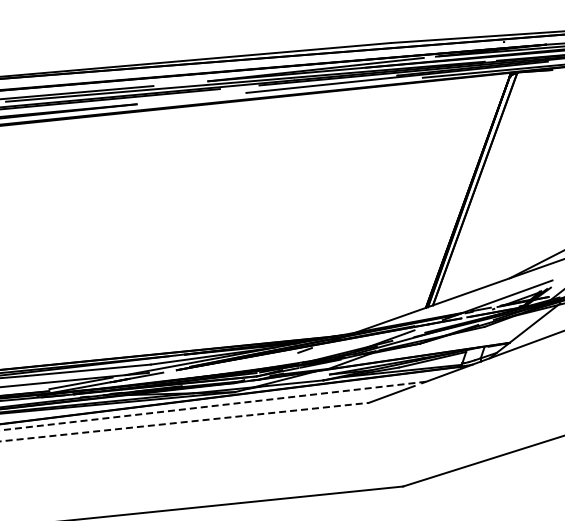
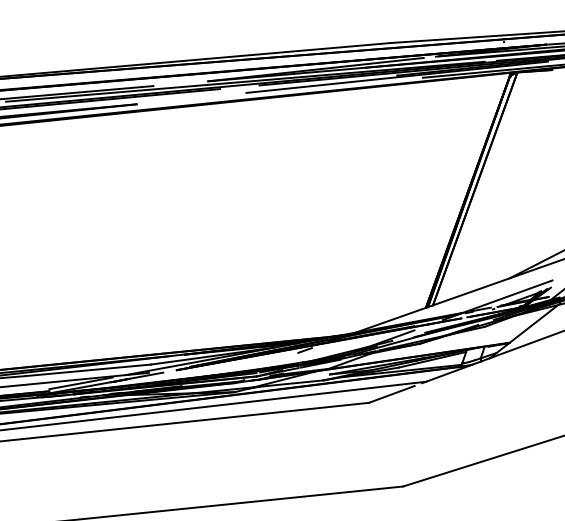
line at (212, 406): dashed -> solid
line at (185, 422): dashed -> solid
